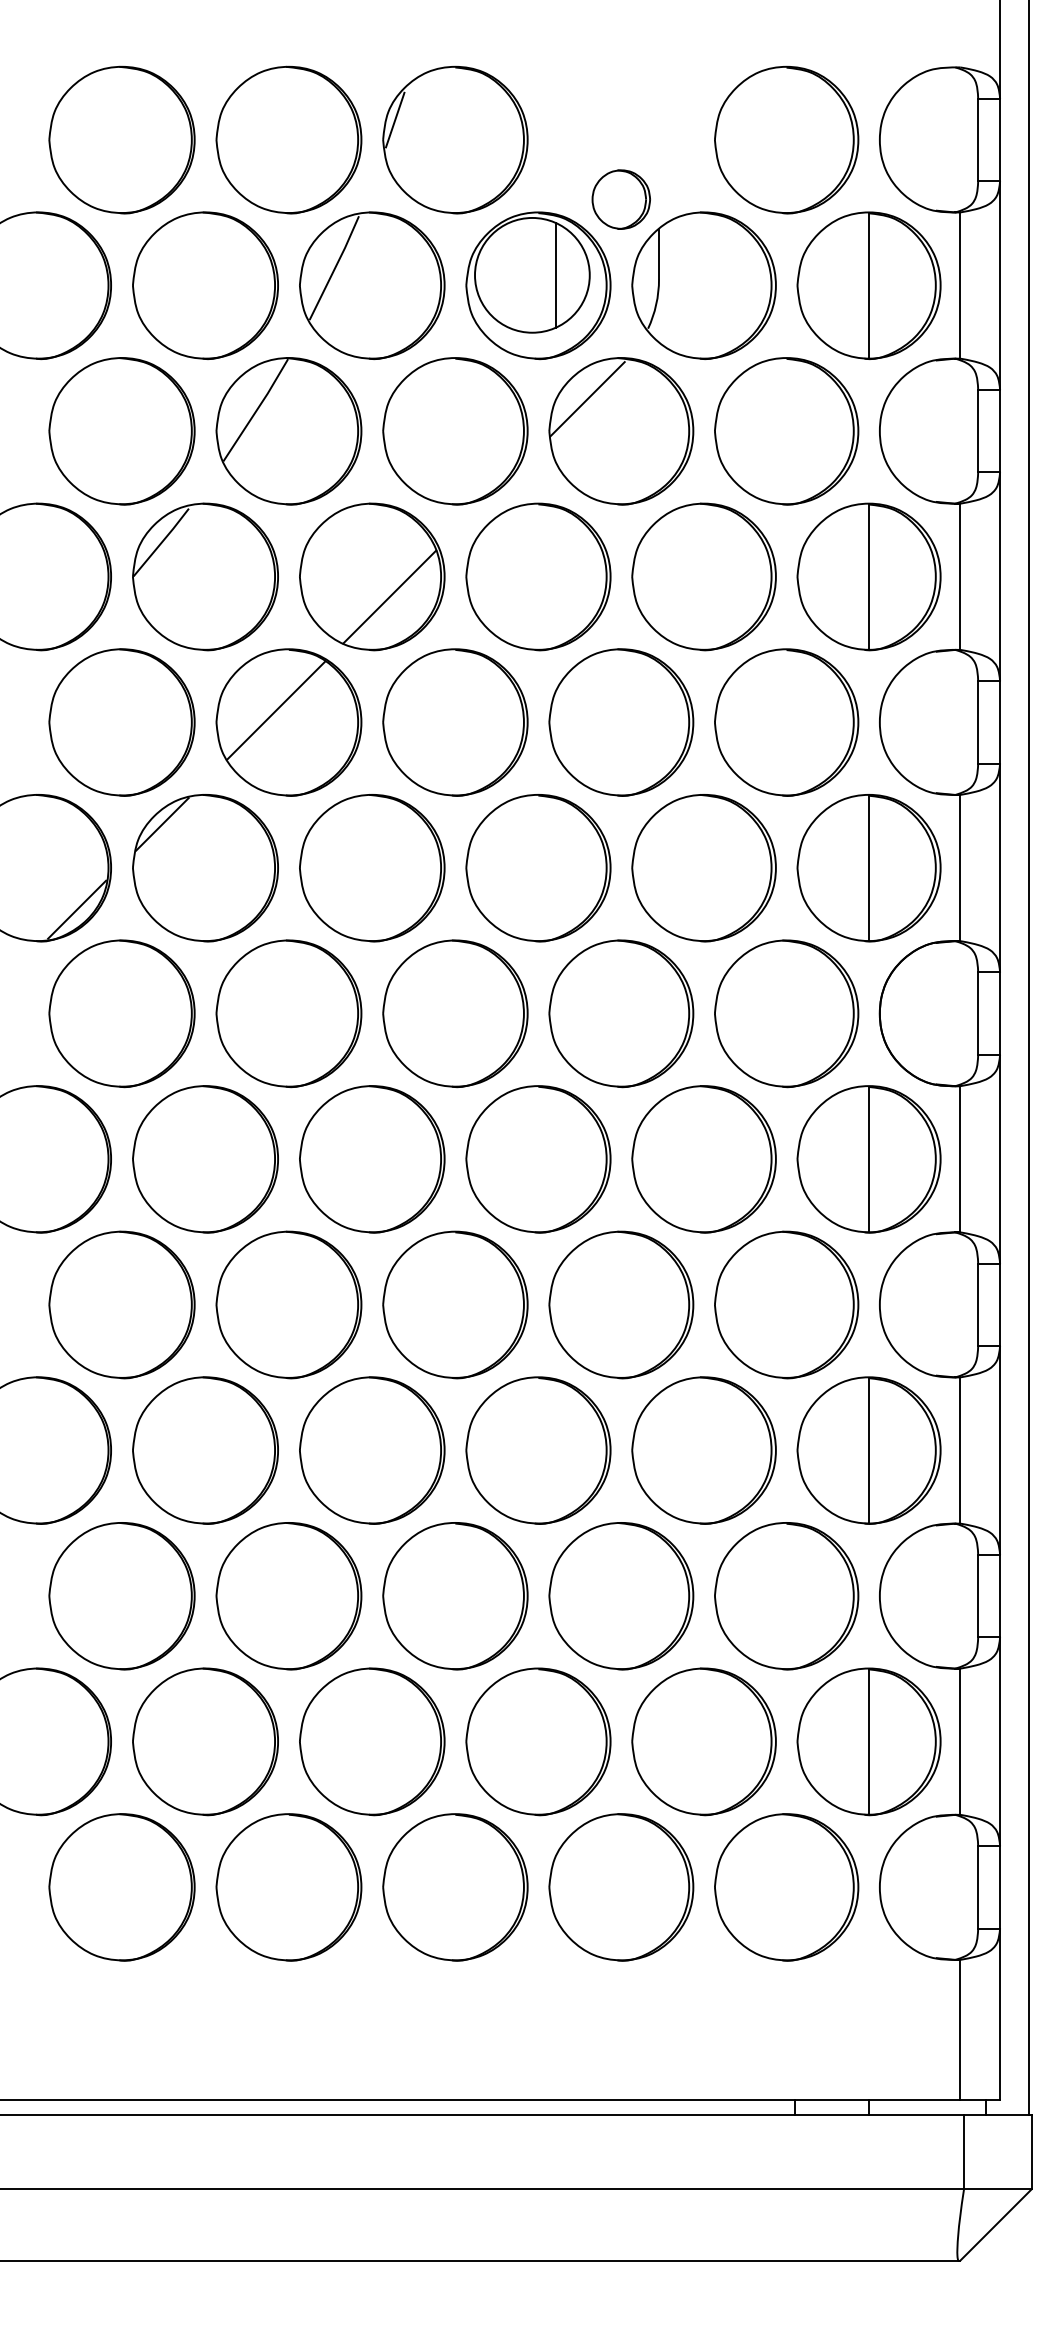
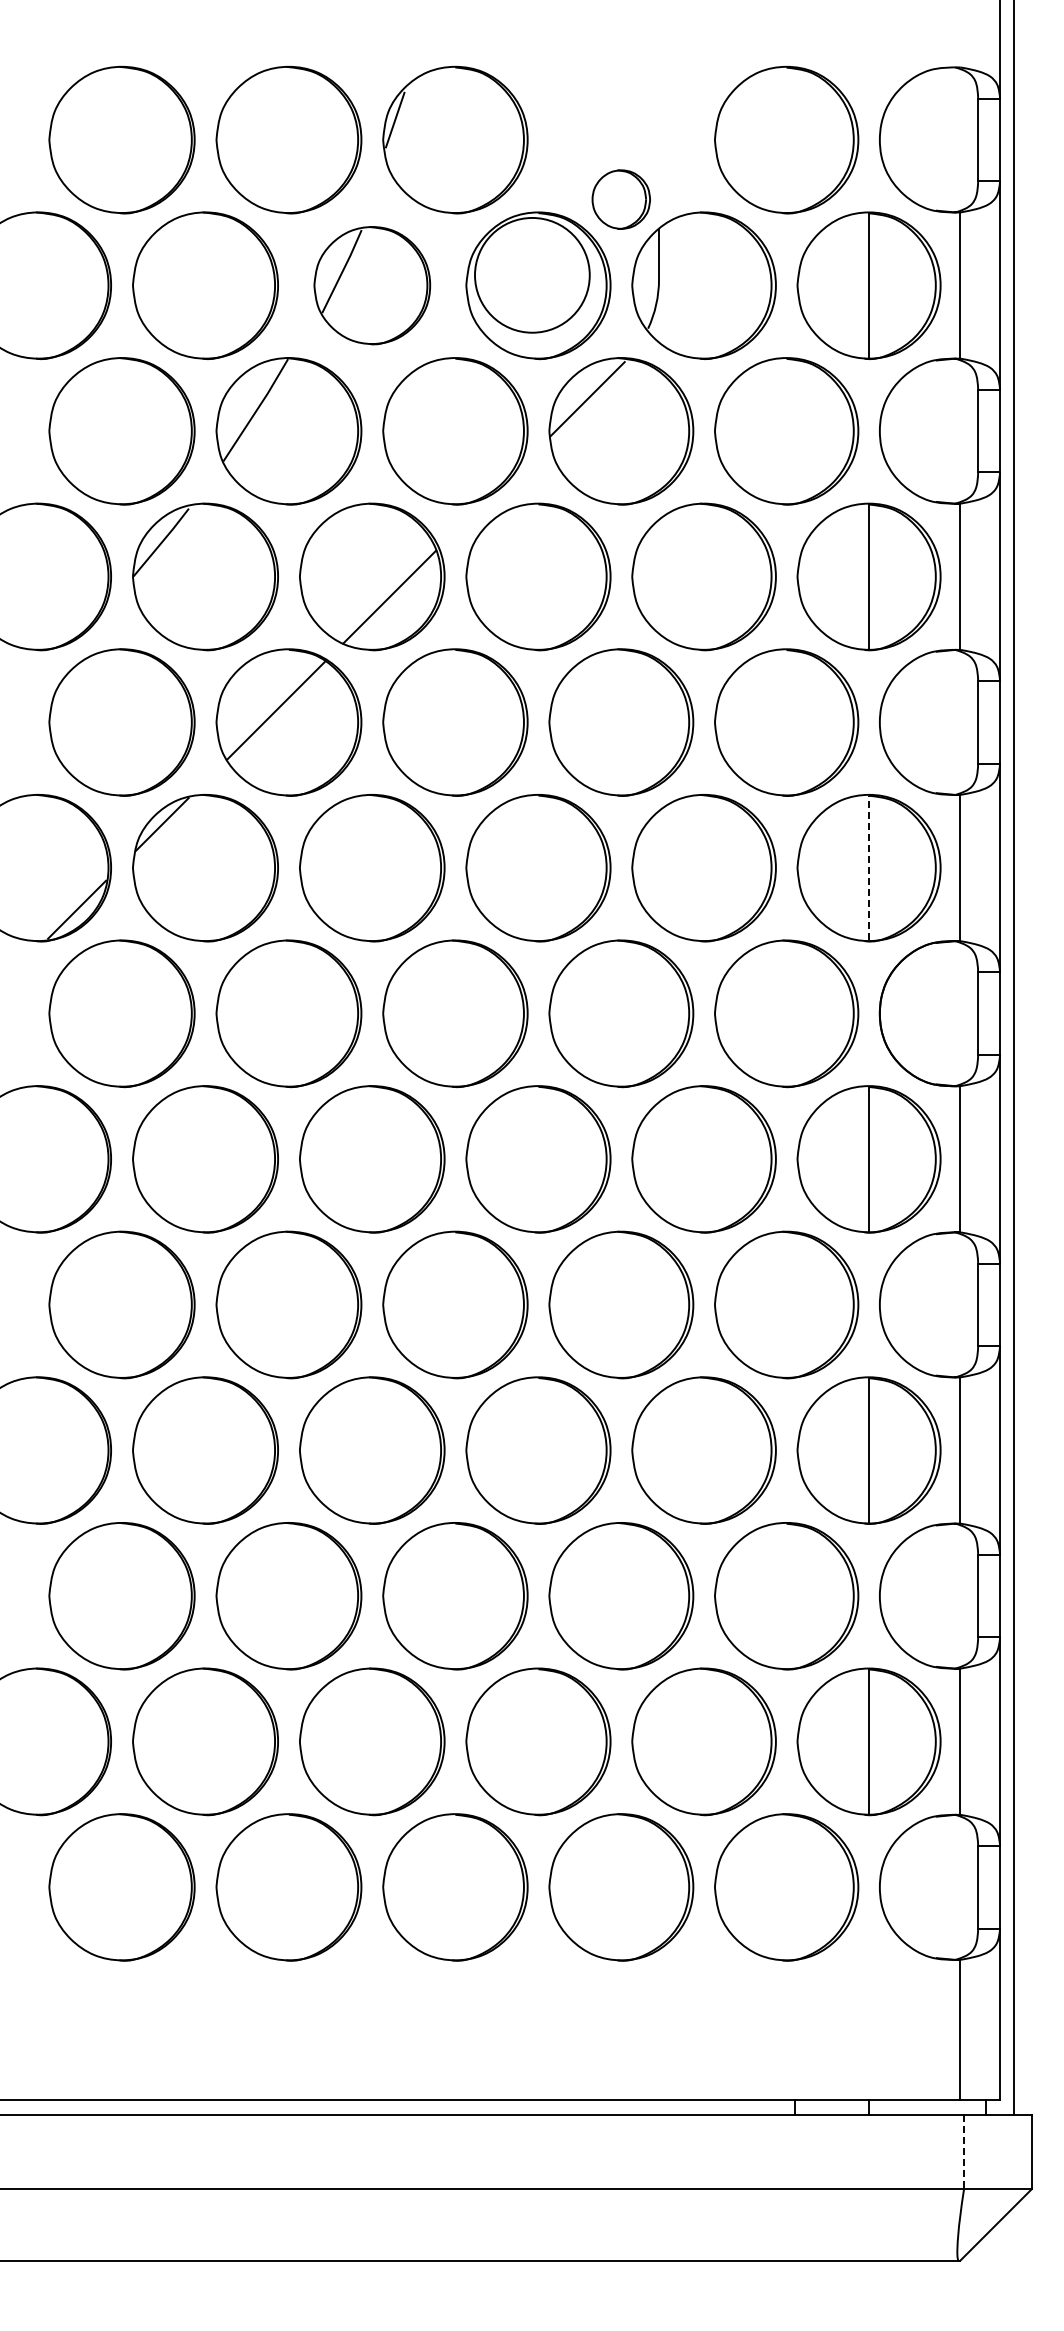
line at (556, 275): present -> none
part at (372, 285) size: 147x149 px -> 119x120 px
line at (868, 867): solid -> dashed
line at (1029, 1058) position: (1029, 1058) -> (1014, 1058)
line at (964, 2151): solid -> dashed
